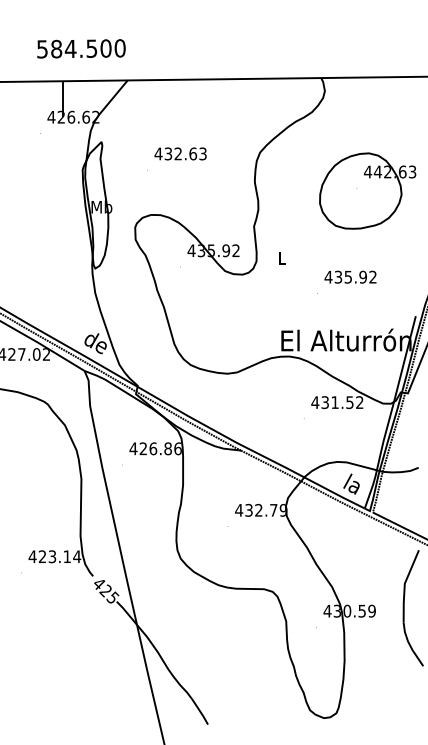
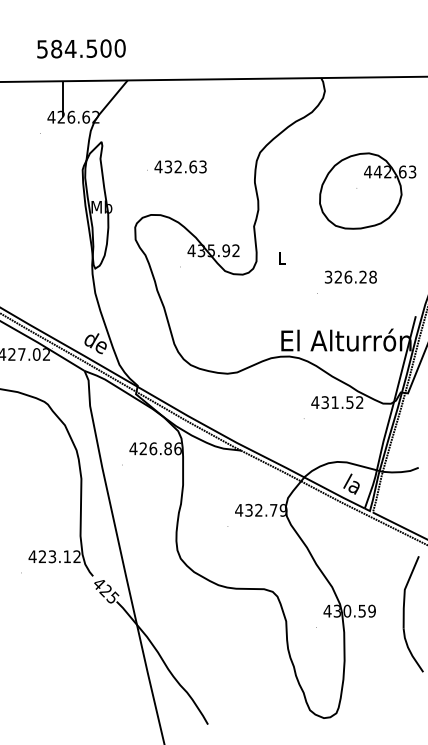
text at (180, 153) position: (180, 153) -> (180, 166)
text at (350, 276): 435.92 -> 326.28
text at (77, 556): 423.14 -> 423.12
part at (404, 608) position: (404, 608) -> (404, 614)
